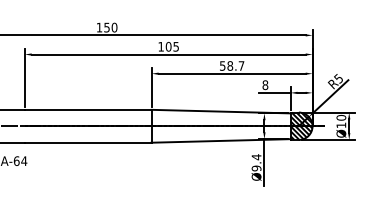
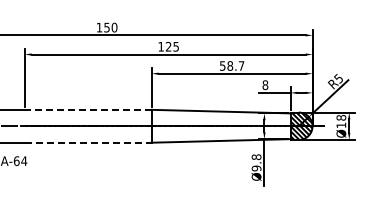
text at (168, 46): 105 -> 125
line at (87, 109): solid -> dashed
text at (340, 117): Ø10 -> Ø18
line at (88, 142): solid -> dashed
text at (256, 157): Ø9.4 -> Ø9.8
